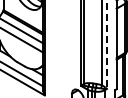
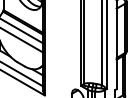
line at (106, 45): dashed -> solid
